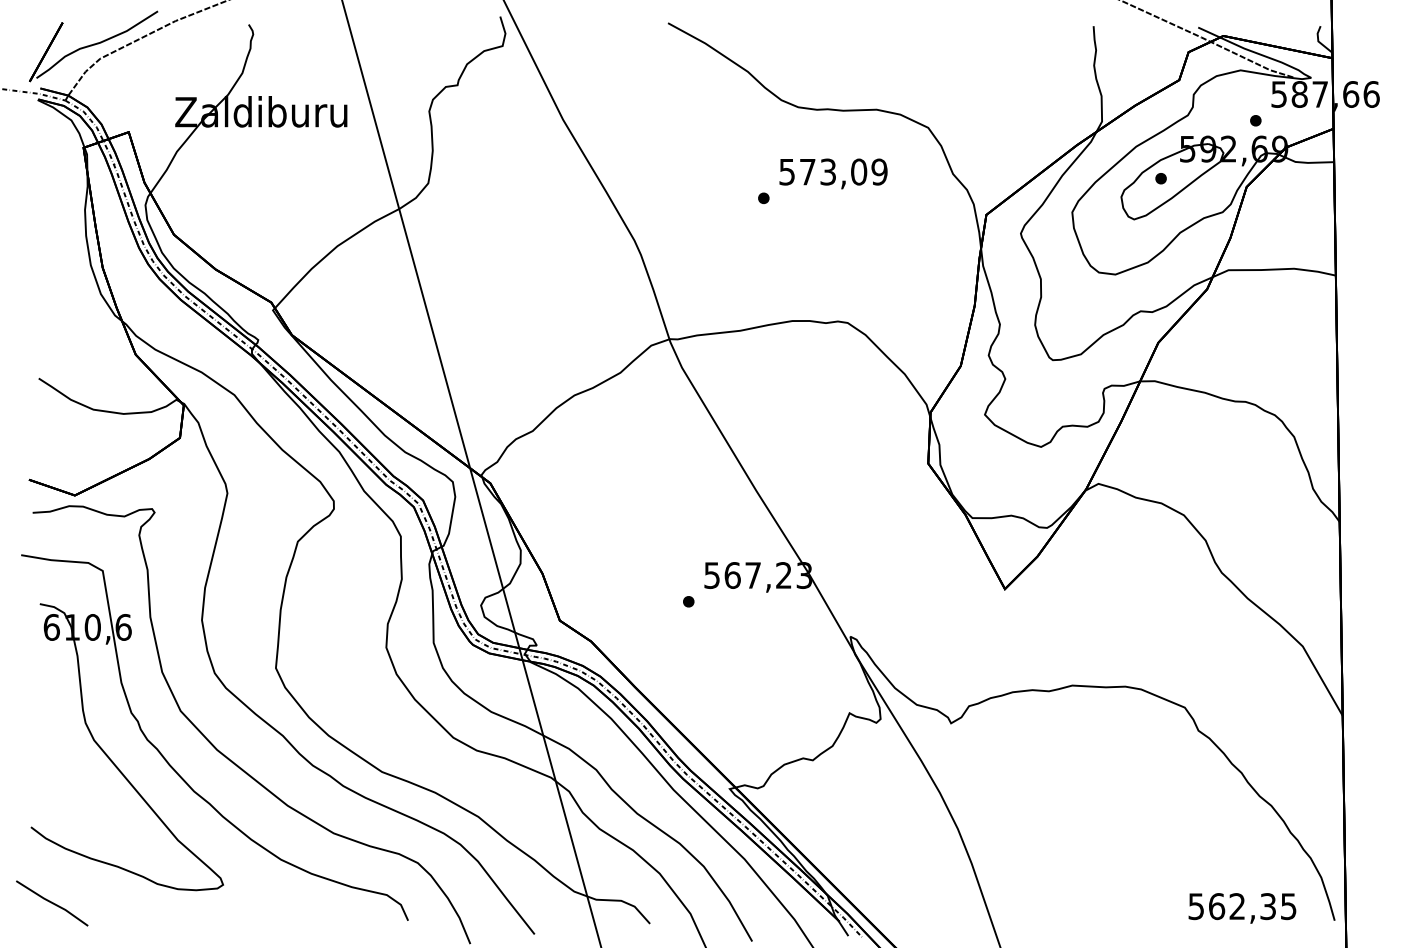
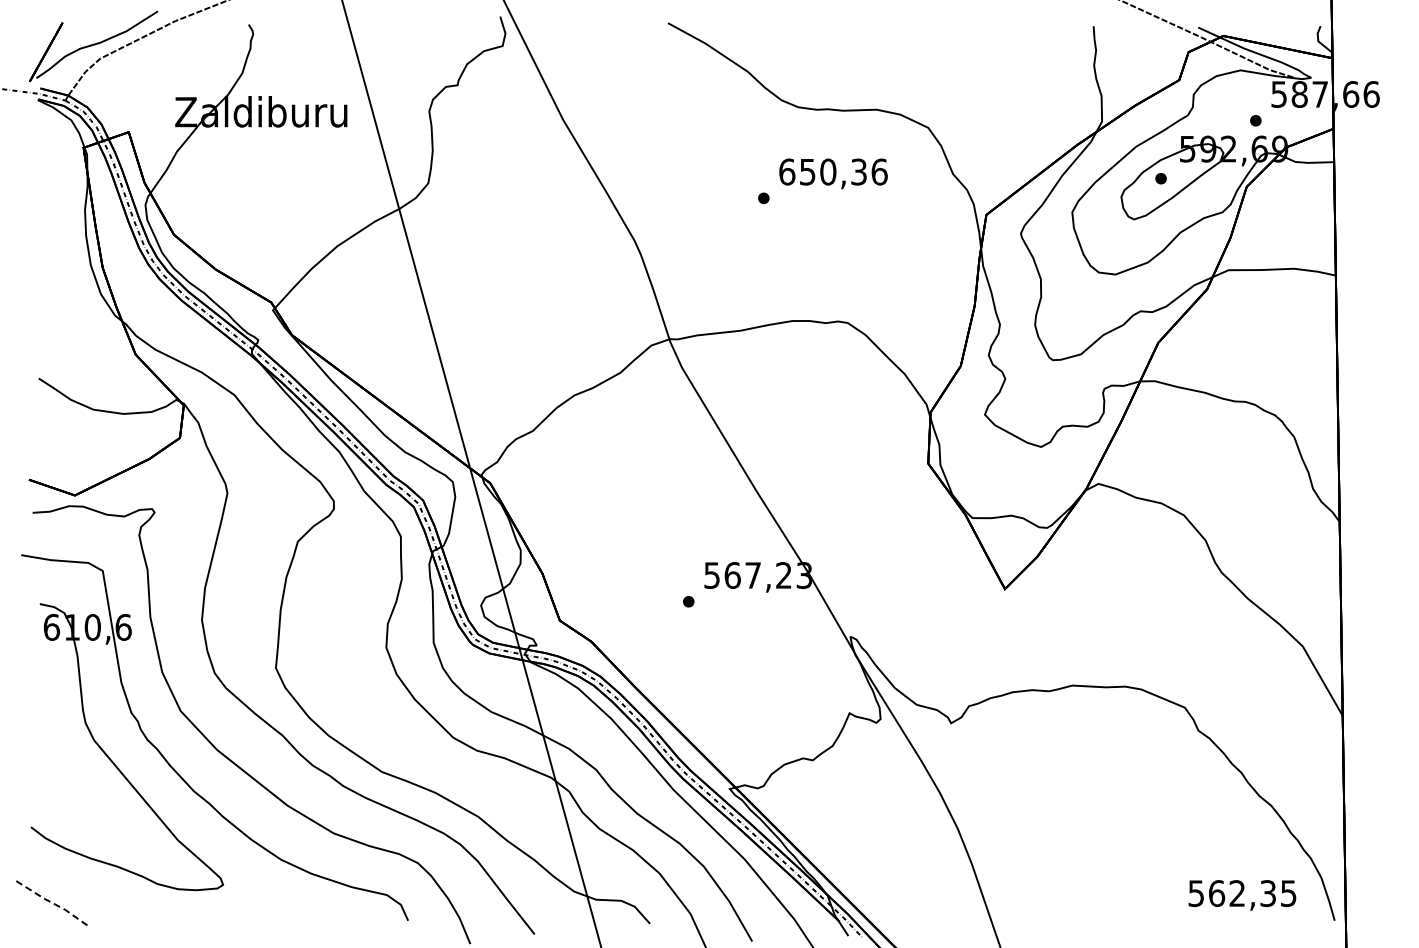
text at (833, 171): 573,09 -> 650,36
line at (52, 903): solid -> dashed
text at (1242, 908) position: (1242, 908) -> (1242, 895)
